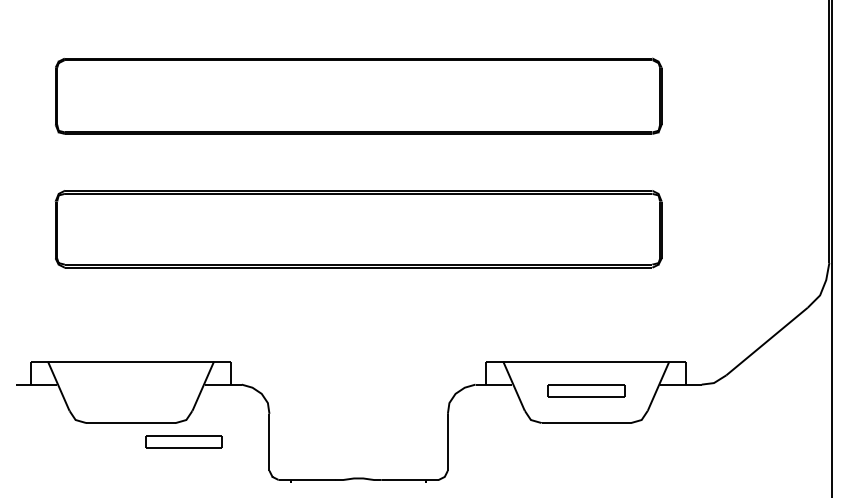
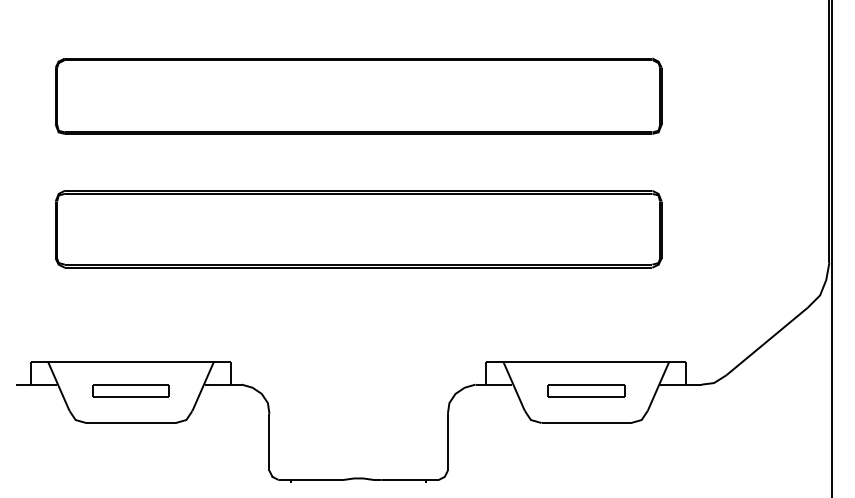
part at (183, 441) position: (183, 441) -> (130, 390)
